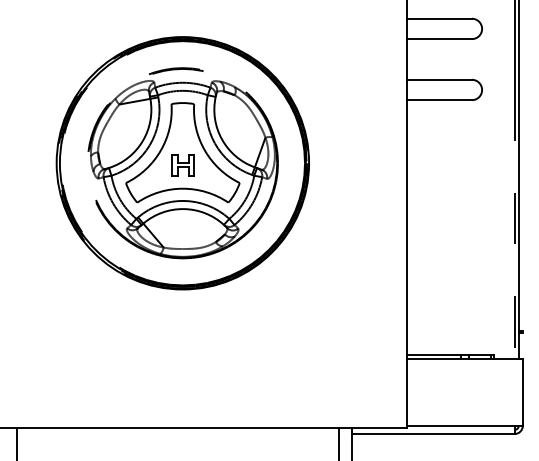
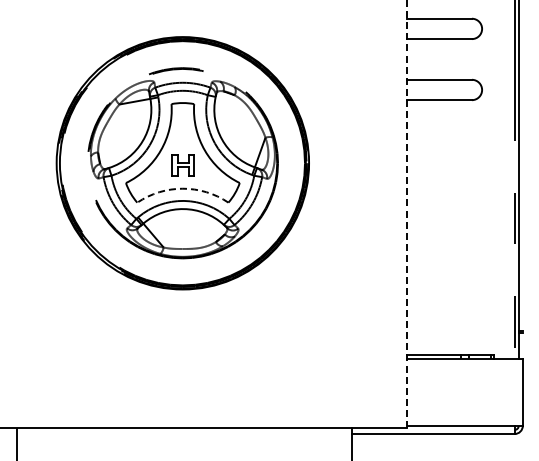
arc at (182, 188): solid -> dashed
line at (406, 213): solid -> dashed
line at (339, 442): present -> none
